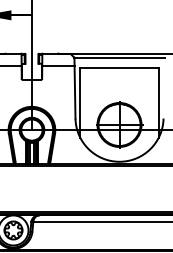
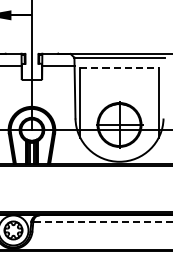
line at (120, 67): solid -> dashed
line at (103, 221): solid -> dashed
